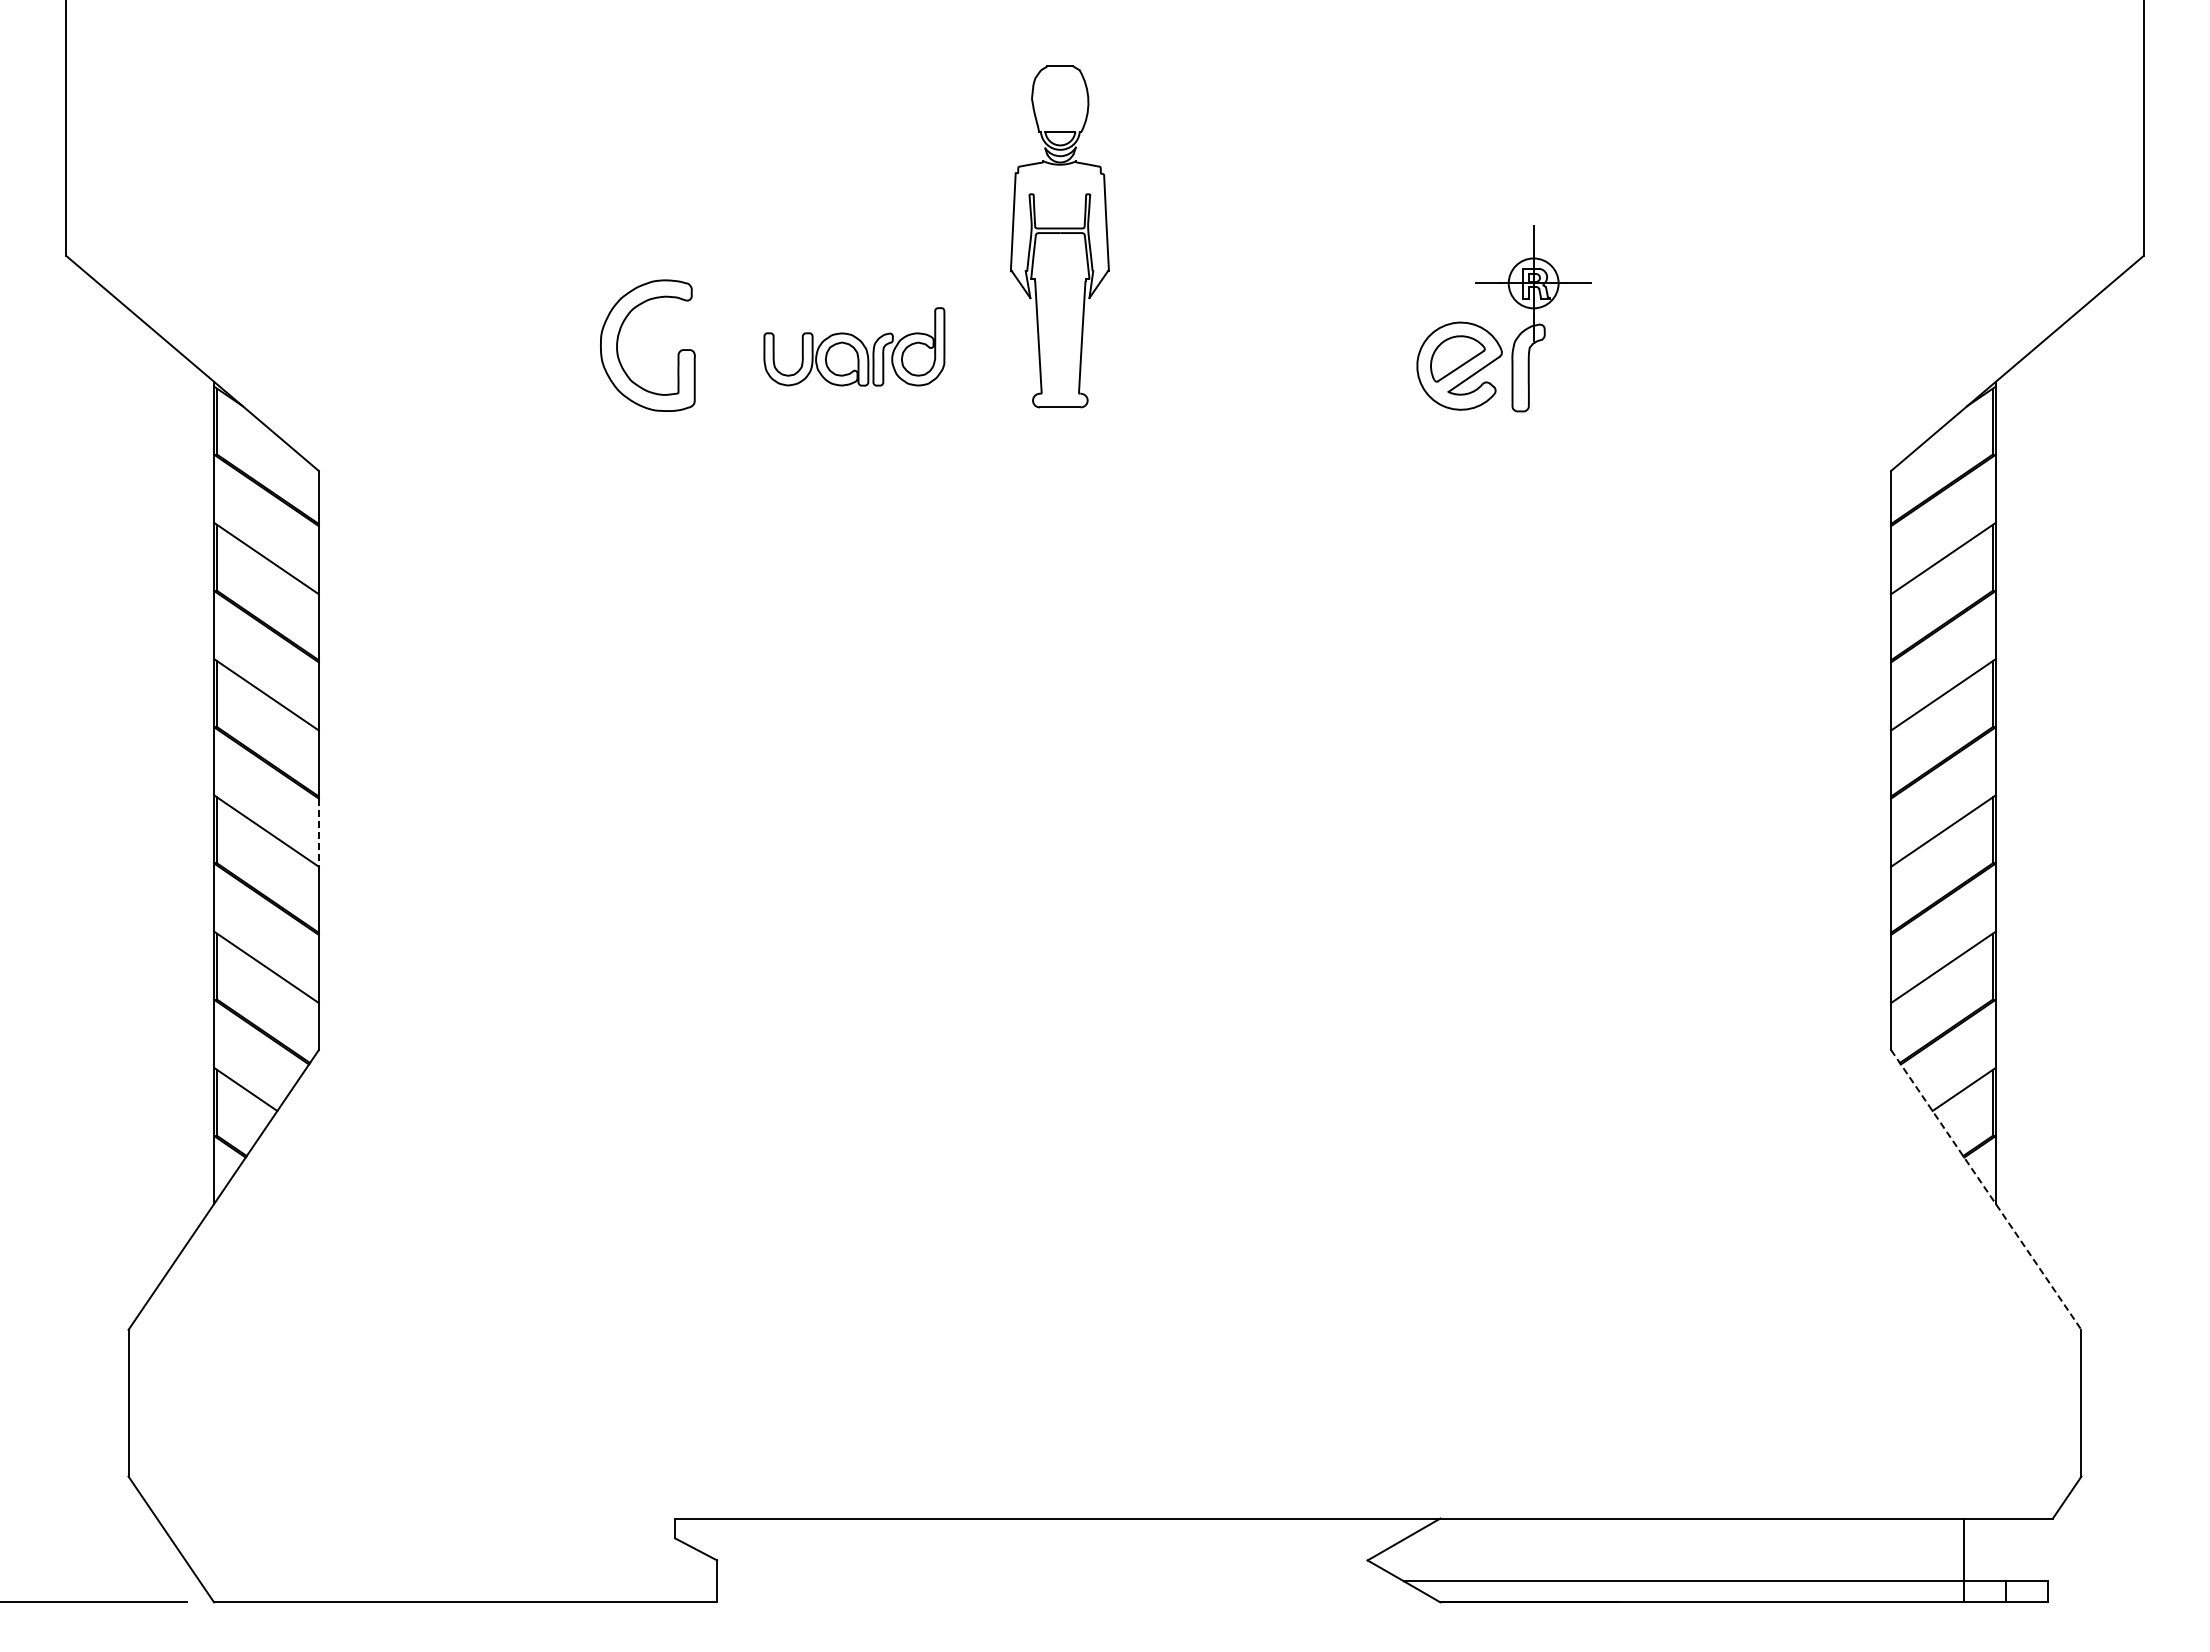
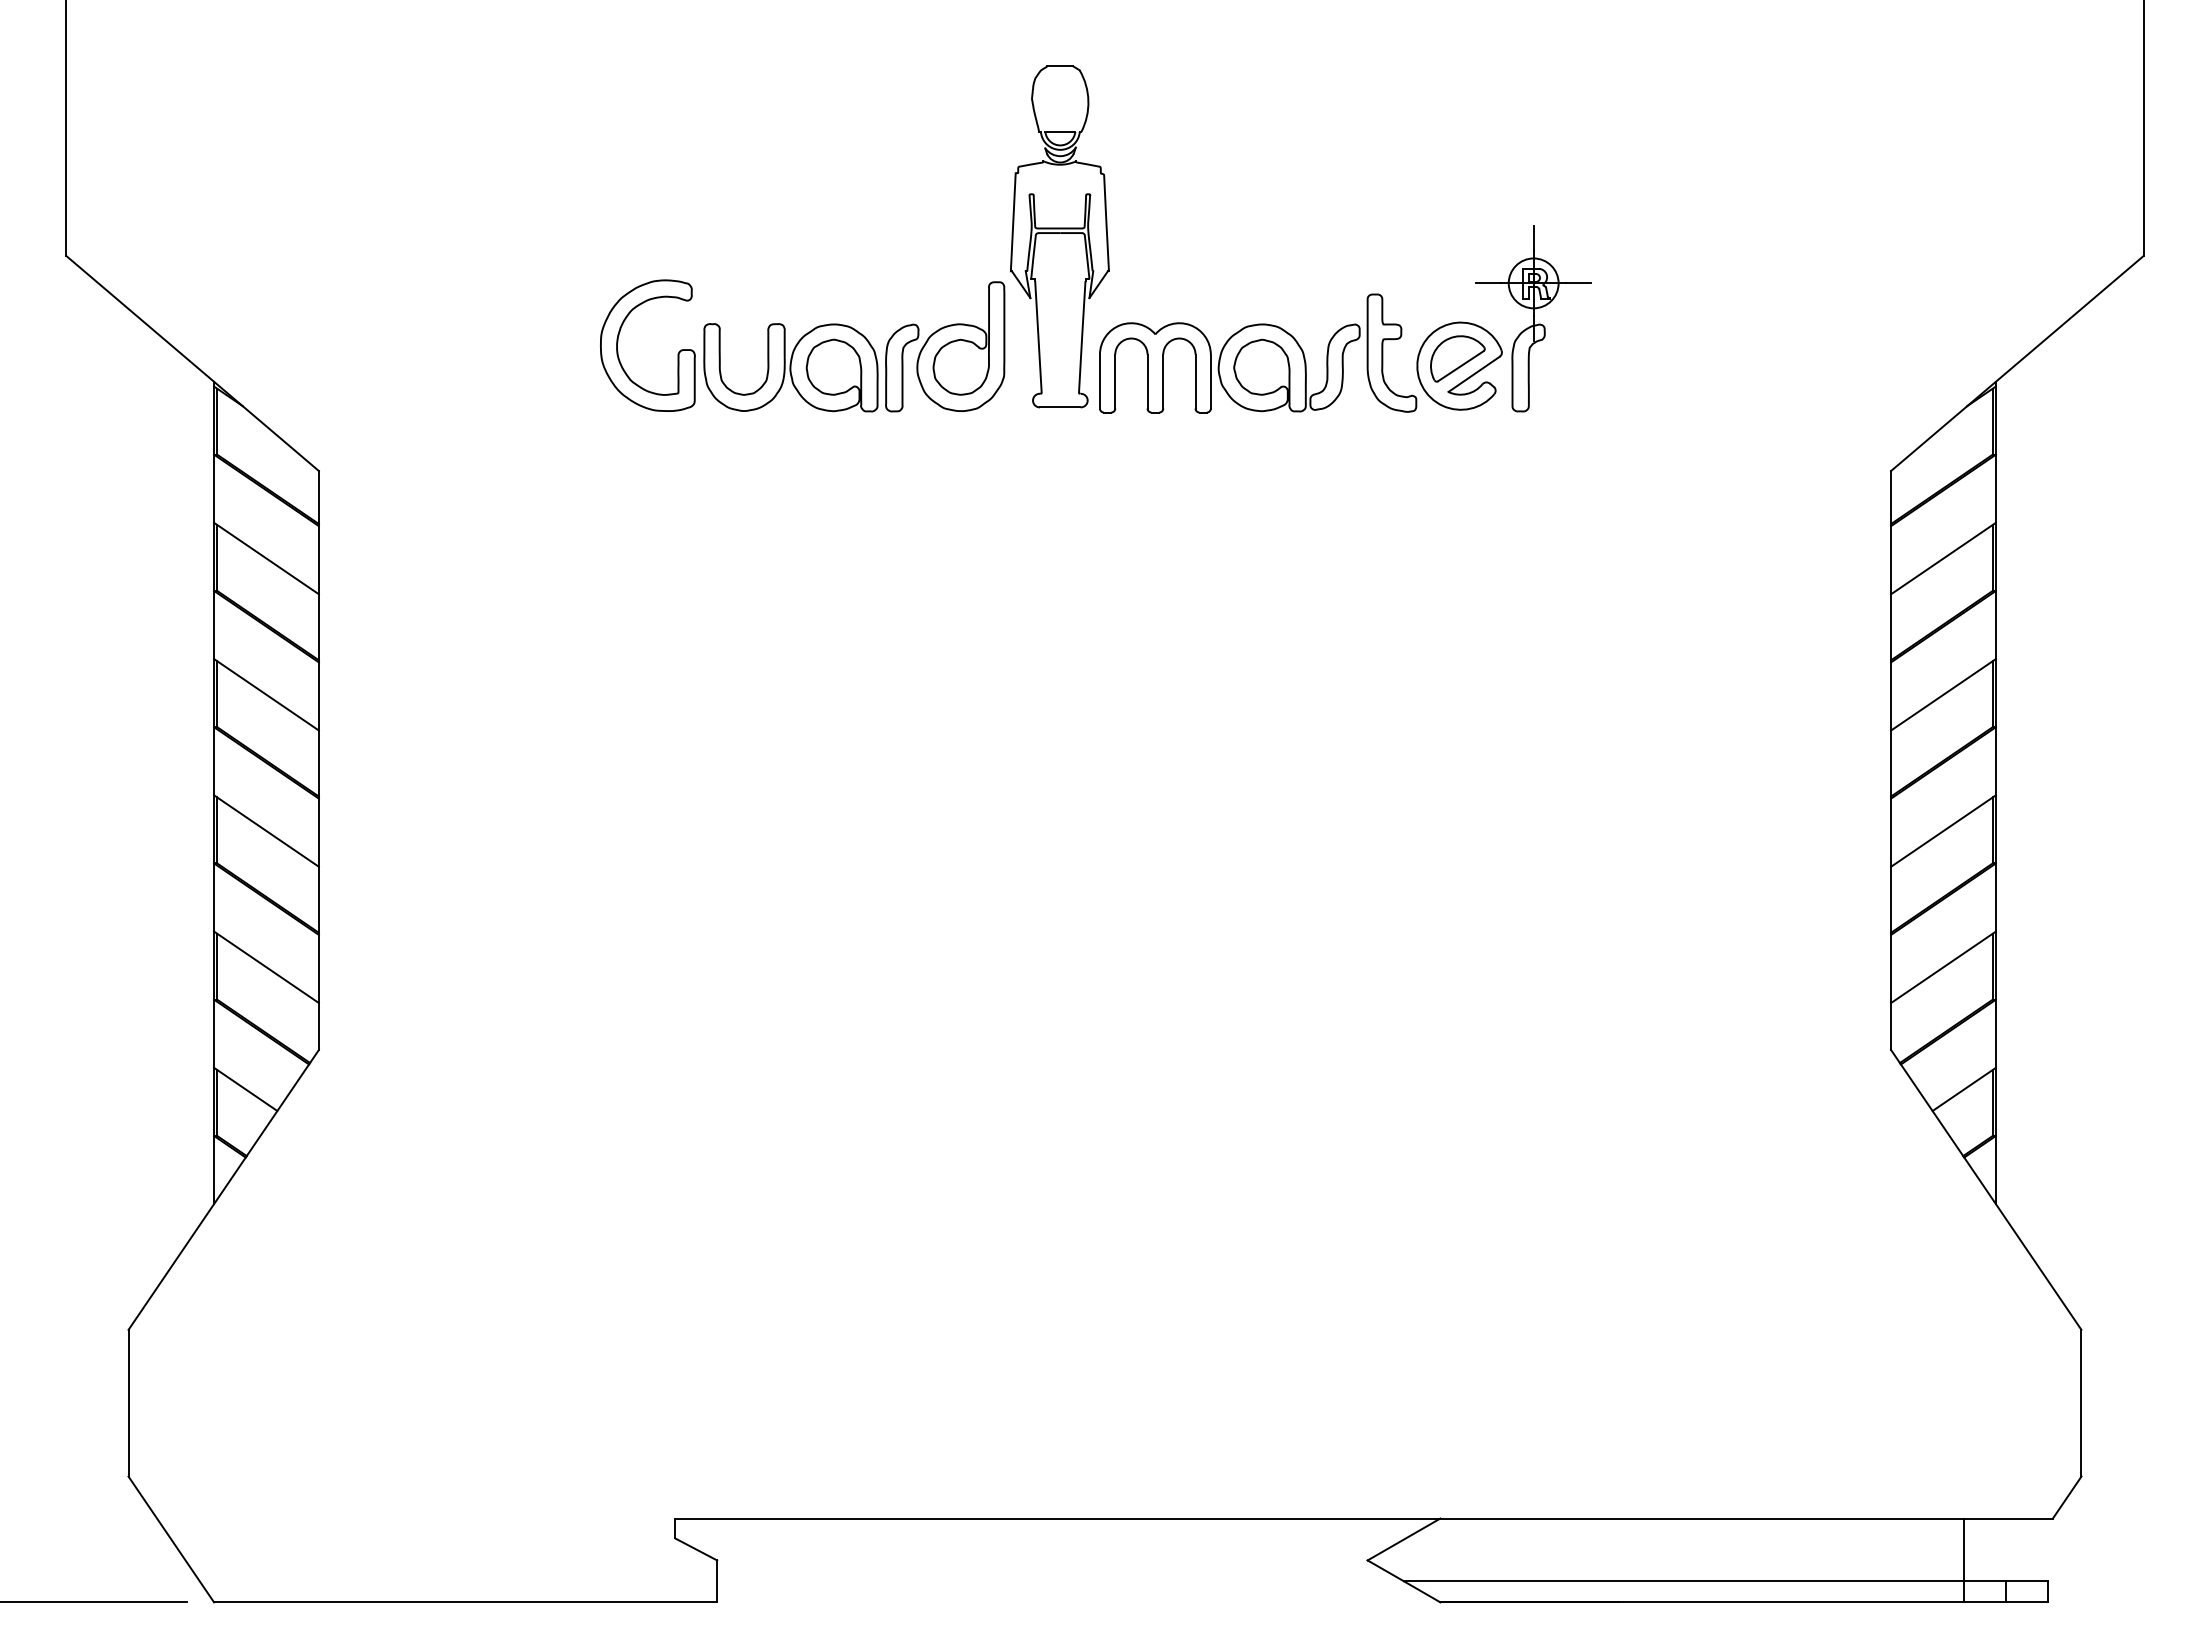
part at (854, 346) size: 183x80 px -> 303x132 px
part at (1258, 353): none -> present
line at (318, 833): dashed -> solid
line at (1986, 1190): dashed -> solid
